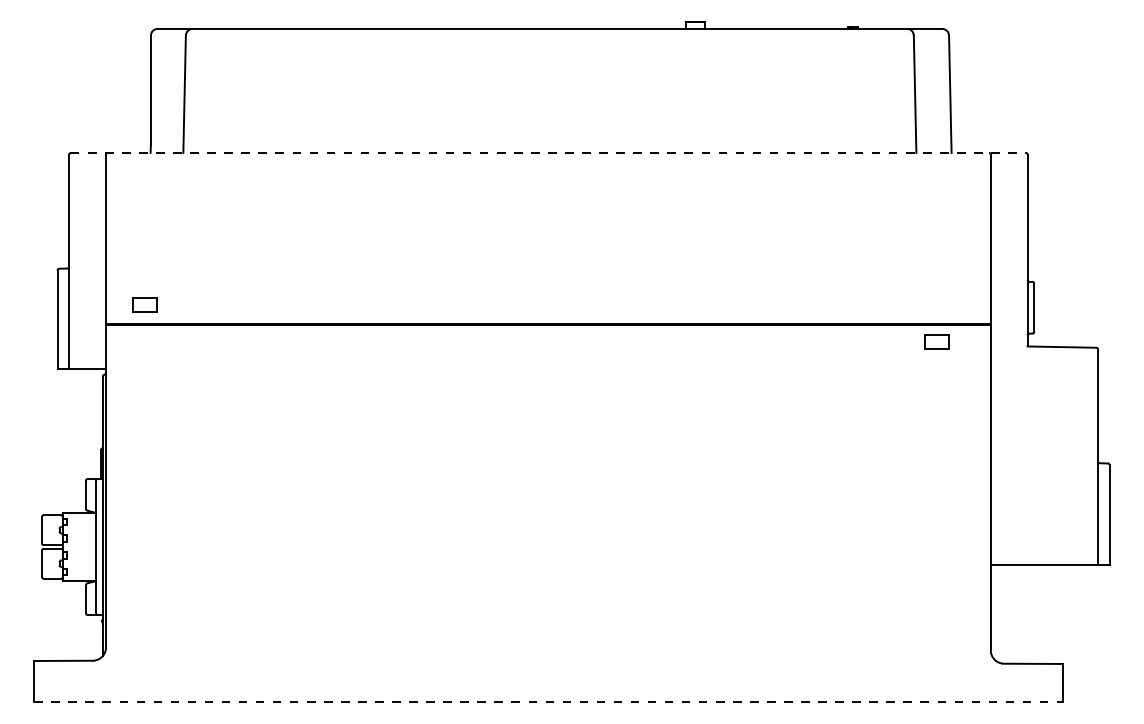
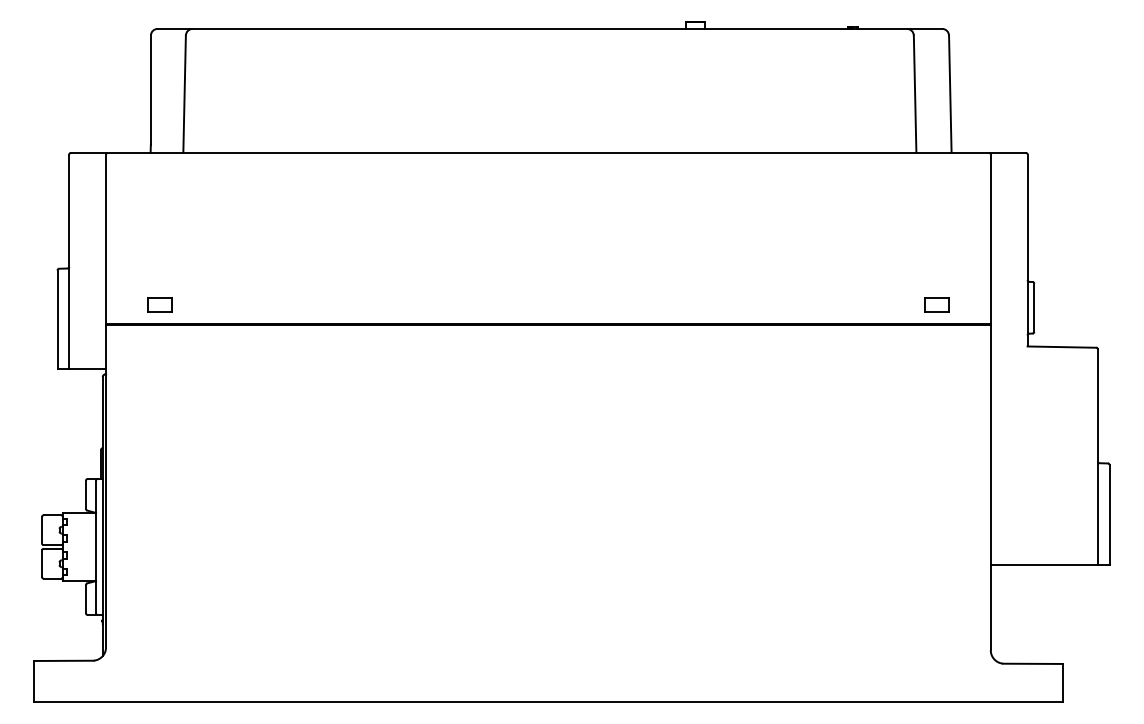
line at (548, 152): dashed -> solid
part at (144, 304) position: (144, 304) -> (159, 304)
part at (936, 341) position: (936, 341) -> (936, 304)
line at (548, 702): dashed -> solid
